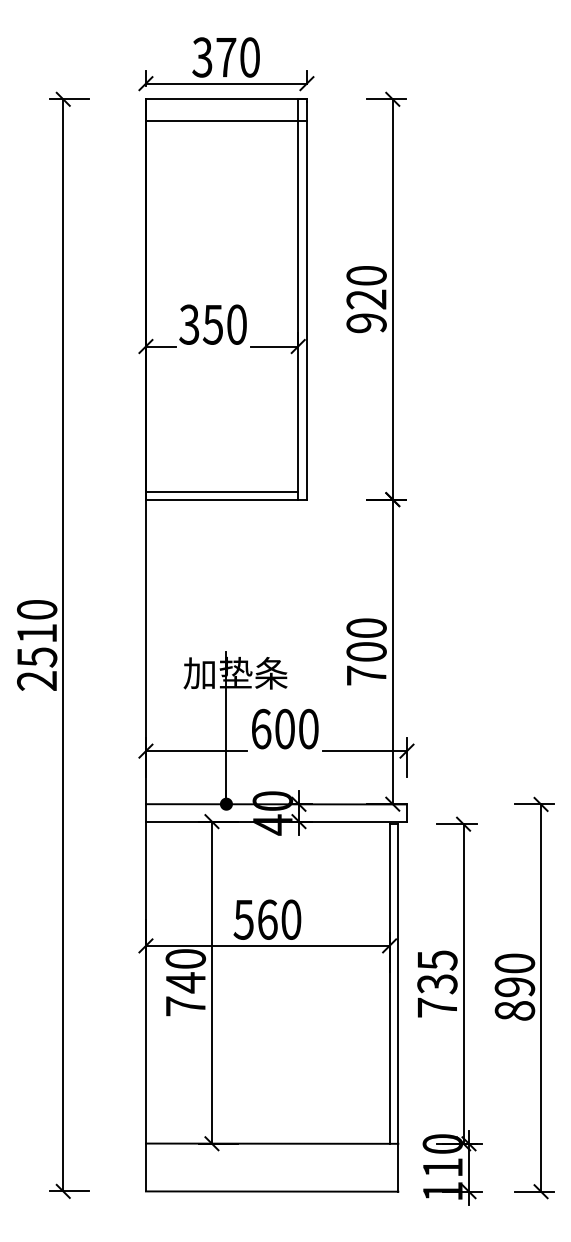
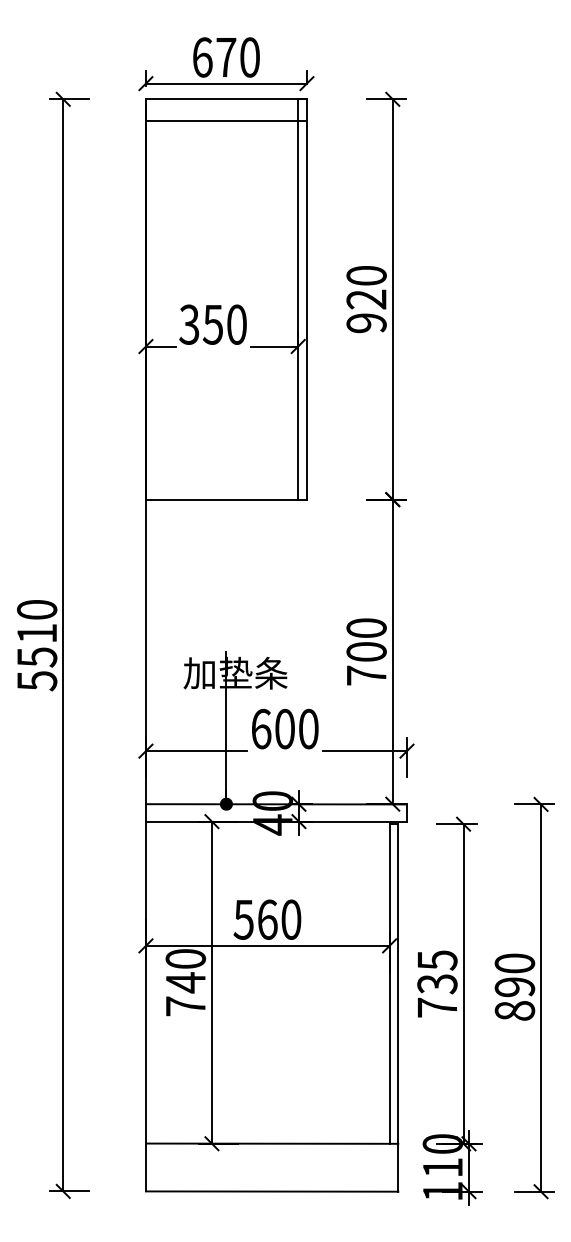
text at (202, 57): 370 -> 670
line at (221, 491): present -> none
text at (37, 681): 2510 -> 5510
